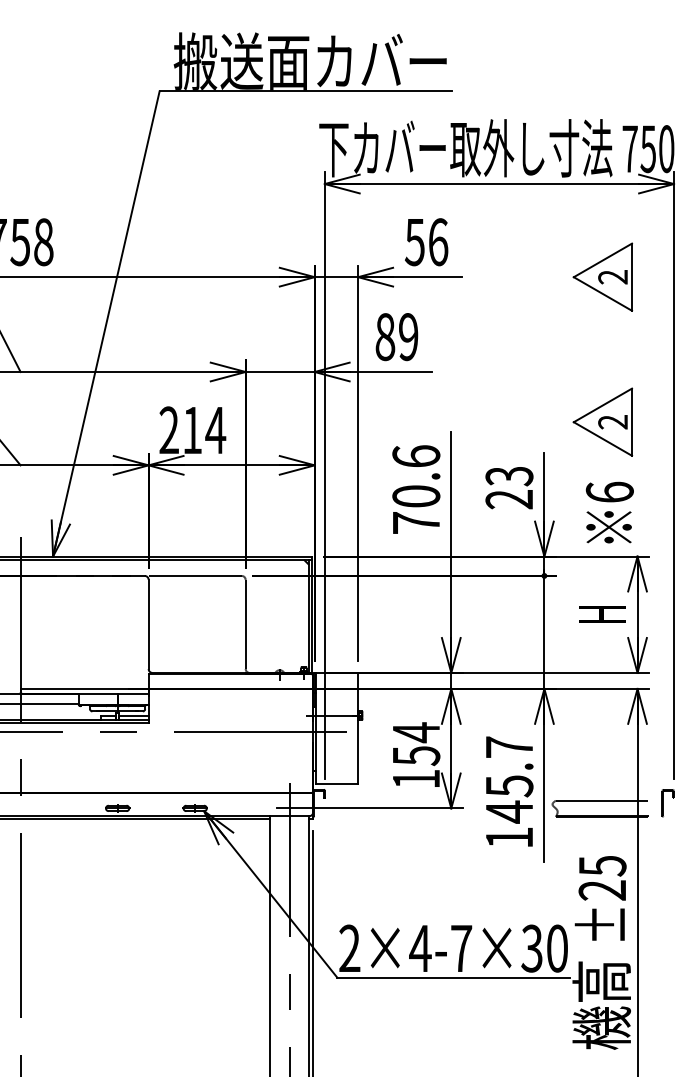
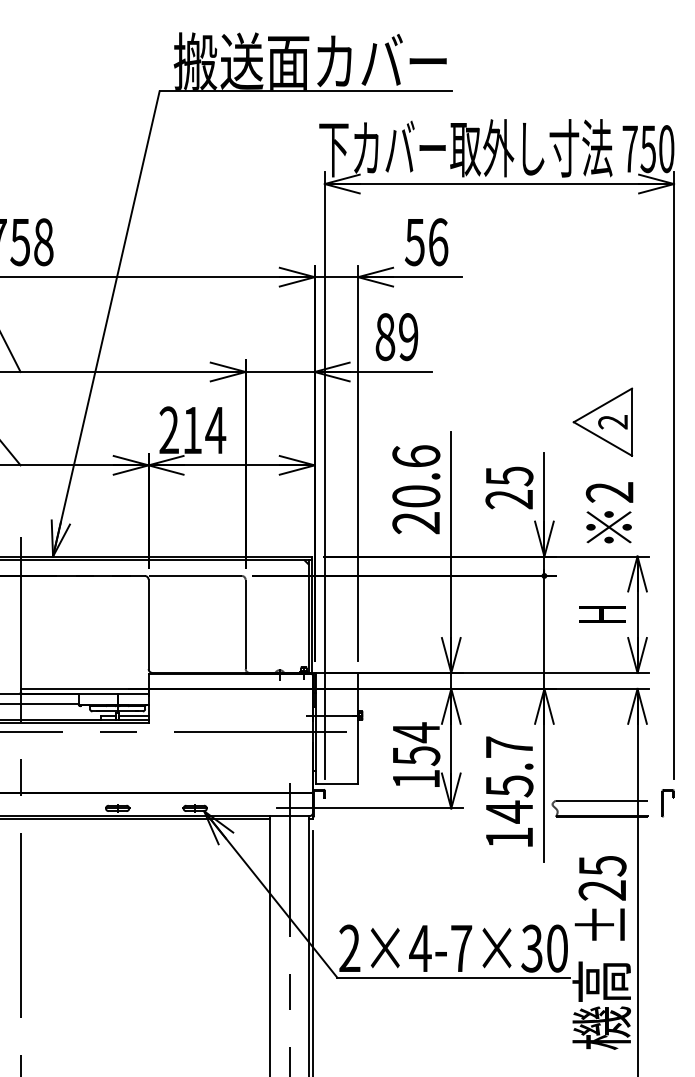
part at (602, 276): present -> none
text at (509, 476): 23 -> 25
text at (609, 491): 6 -> 2
text at (415, 523): 70.6 -> 20.6
